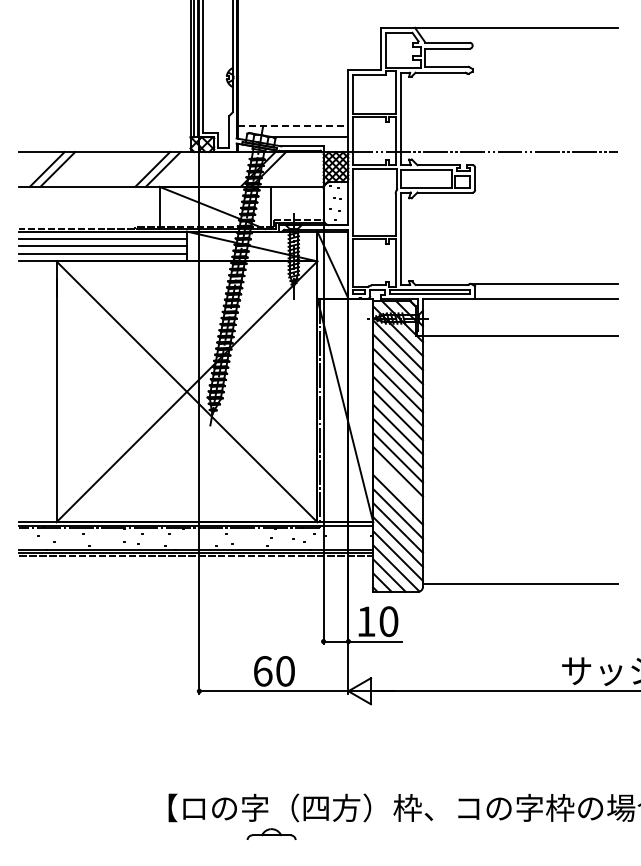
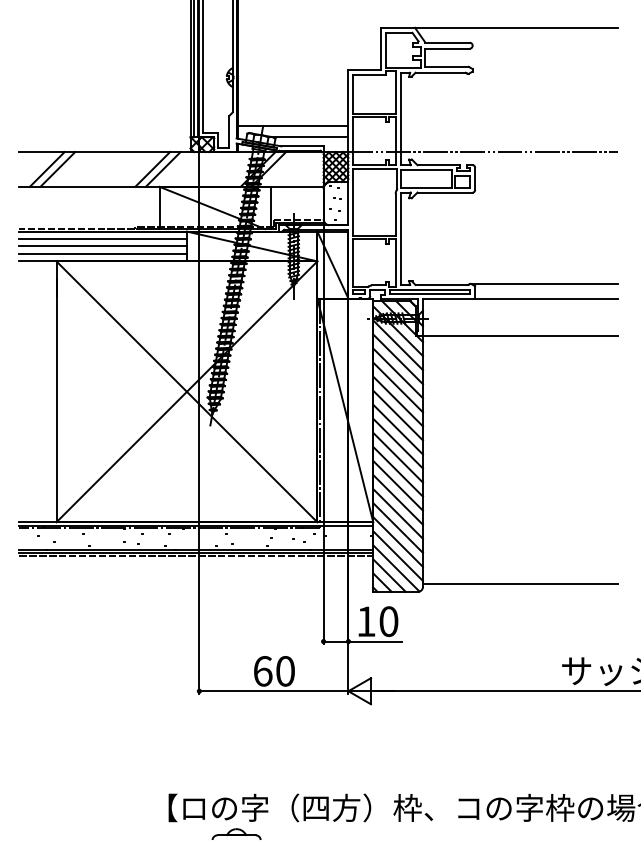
line at (293, 125): dashed -> solid
line at (397, 485): none -> present
part at (271, 833) position: (271, 833) -> (236, 833)
